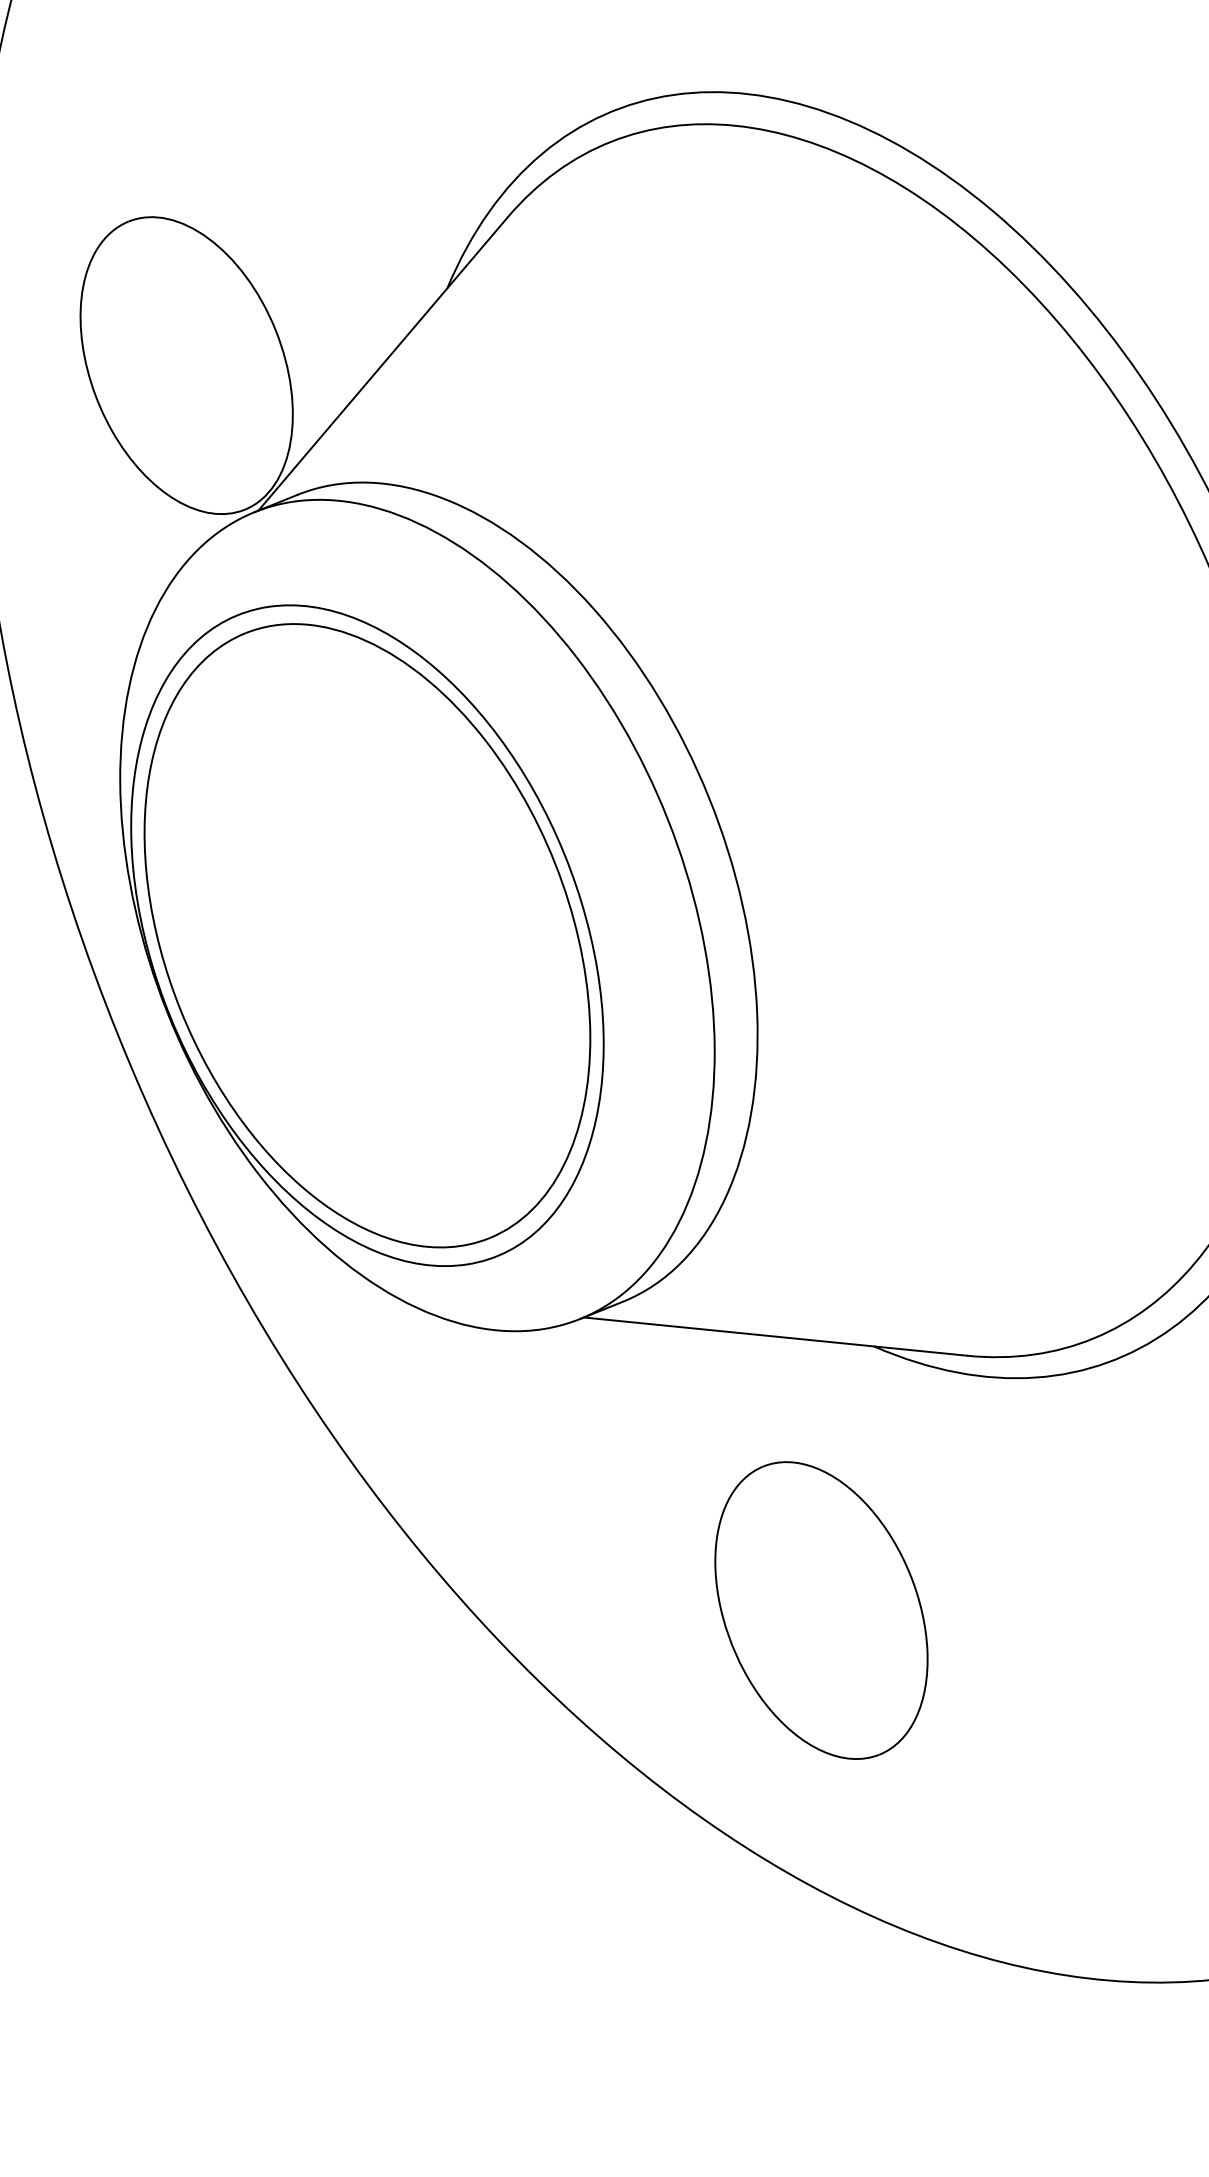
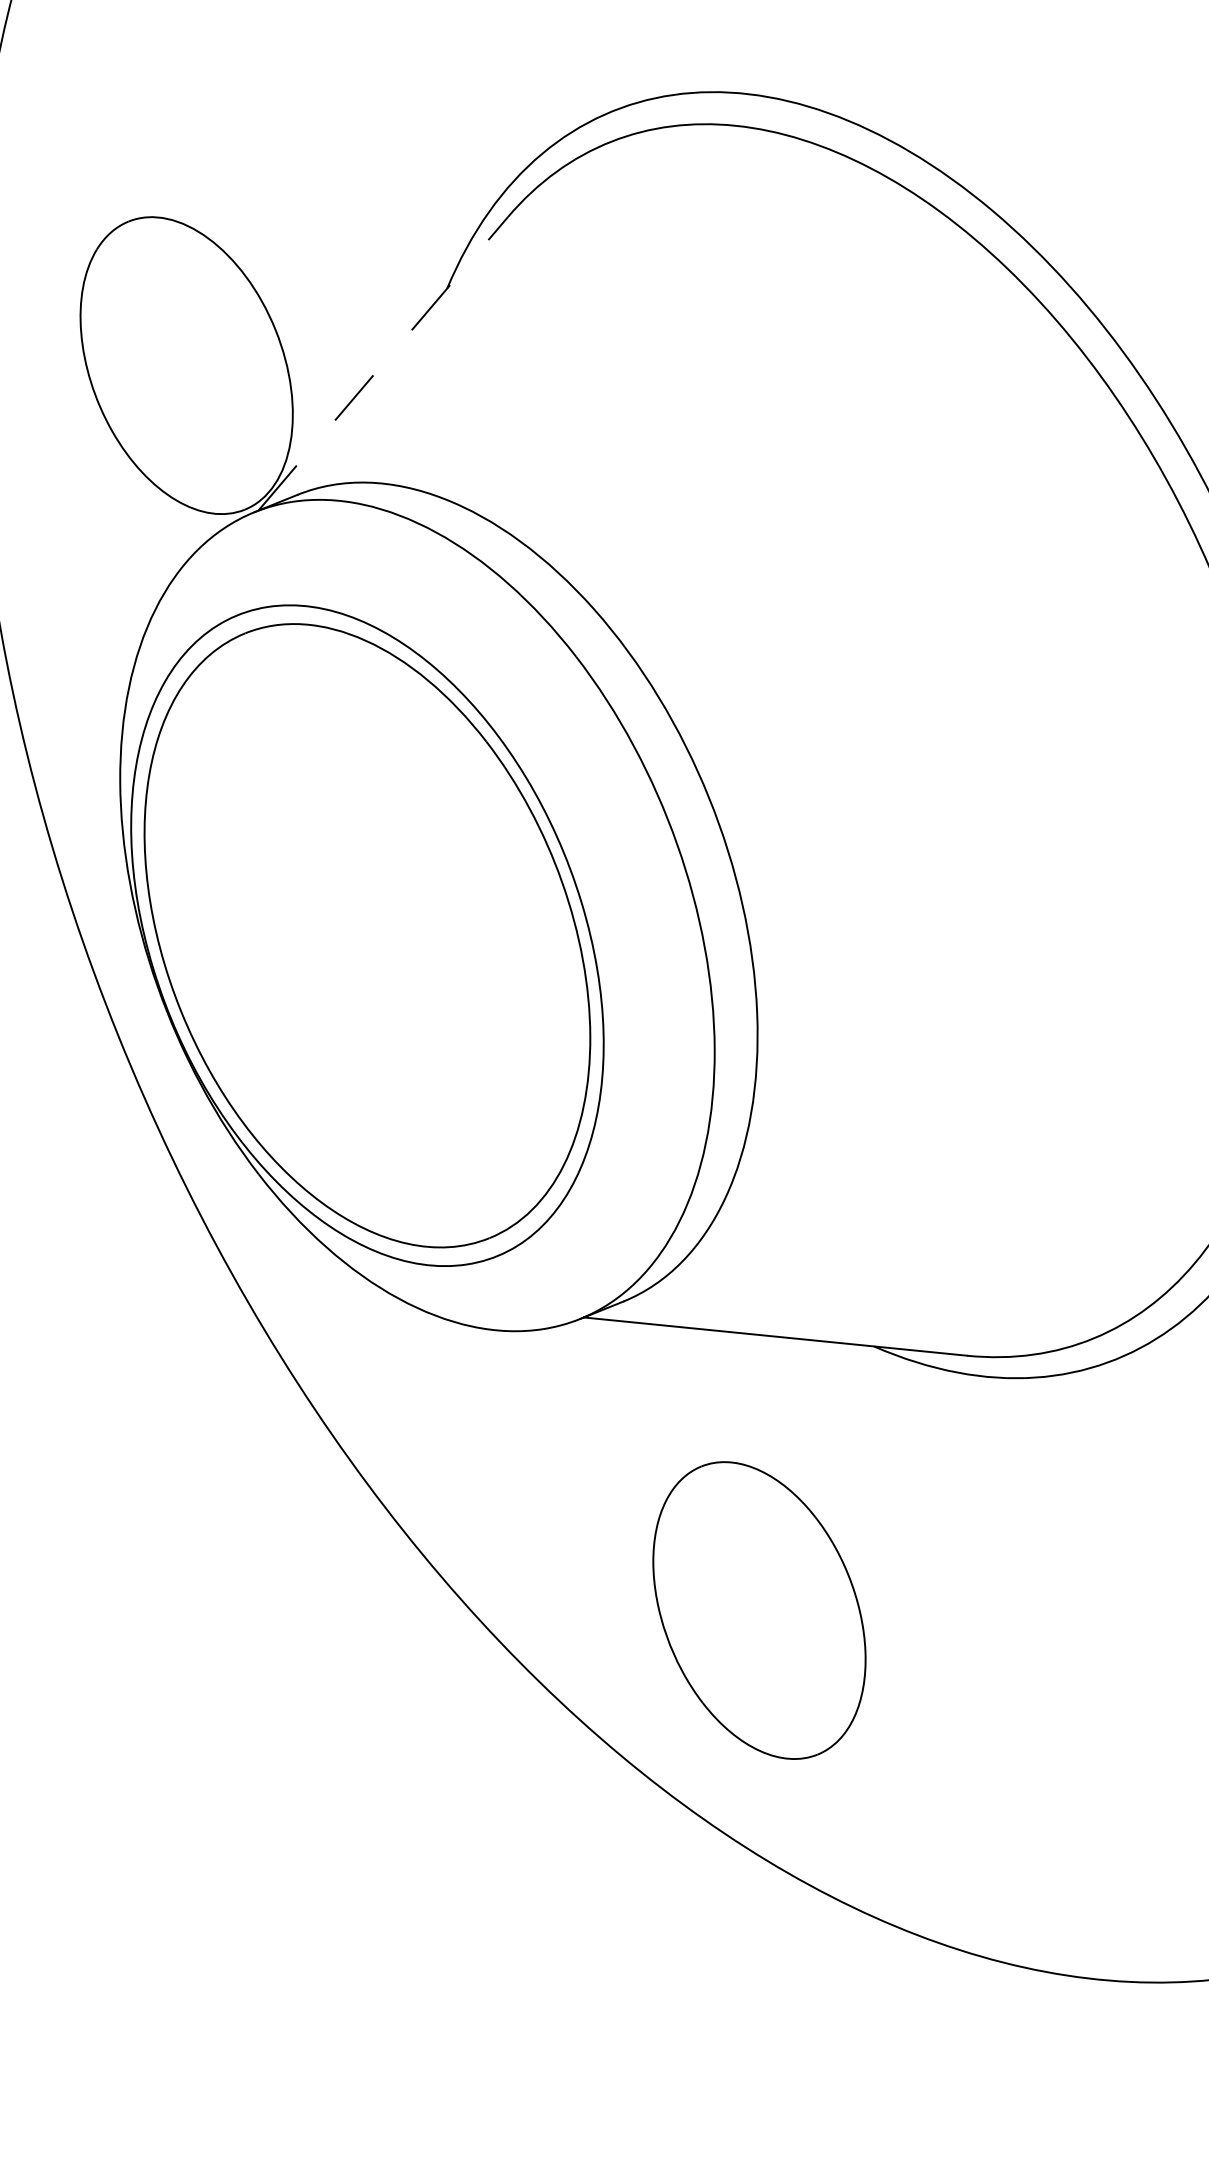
line at (383, 363): solid -> dashed
part at (821, 1610) position: (821, 1610) -> (759, 1610)
